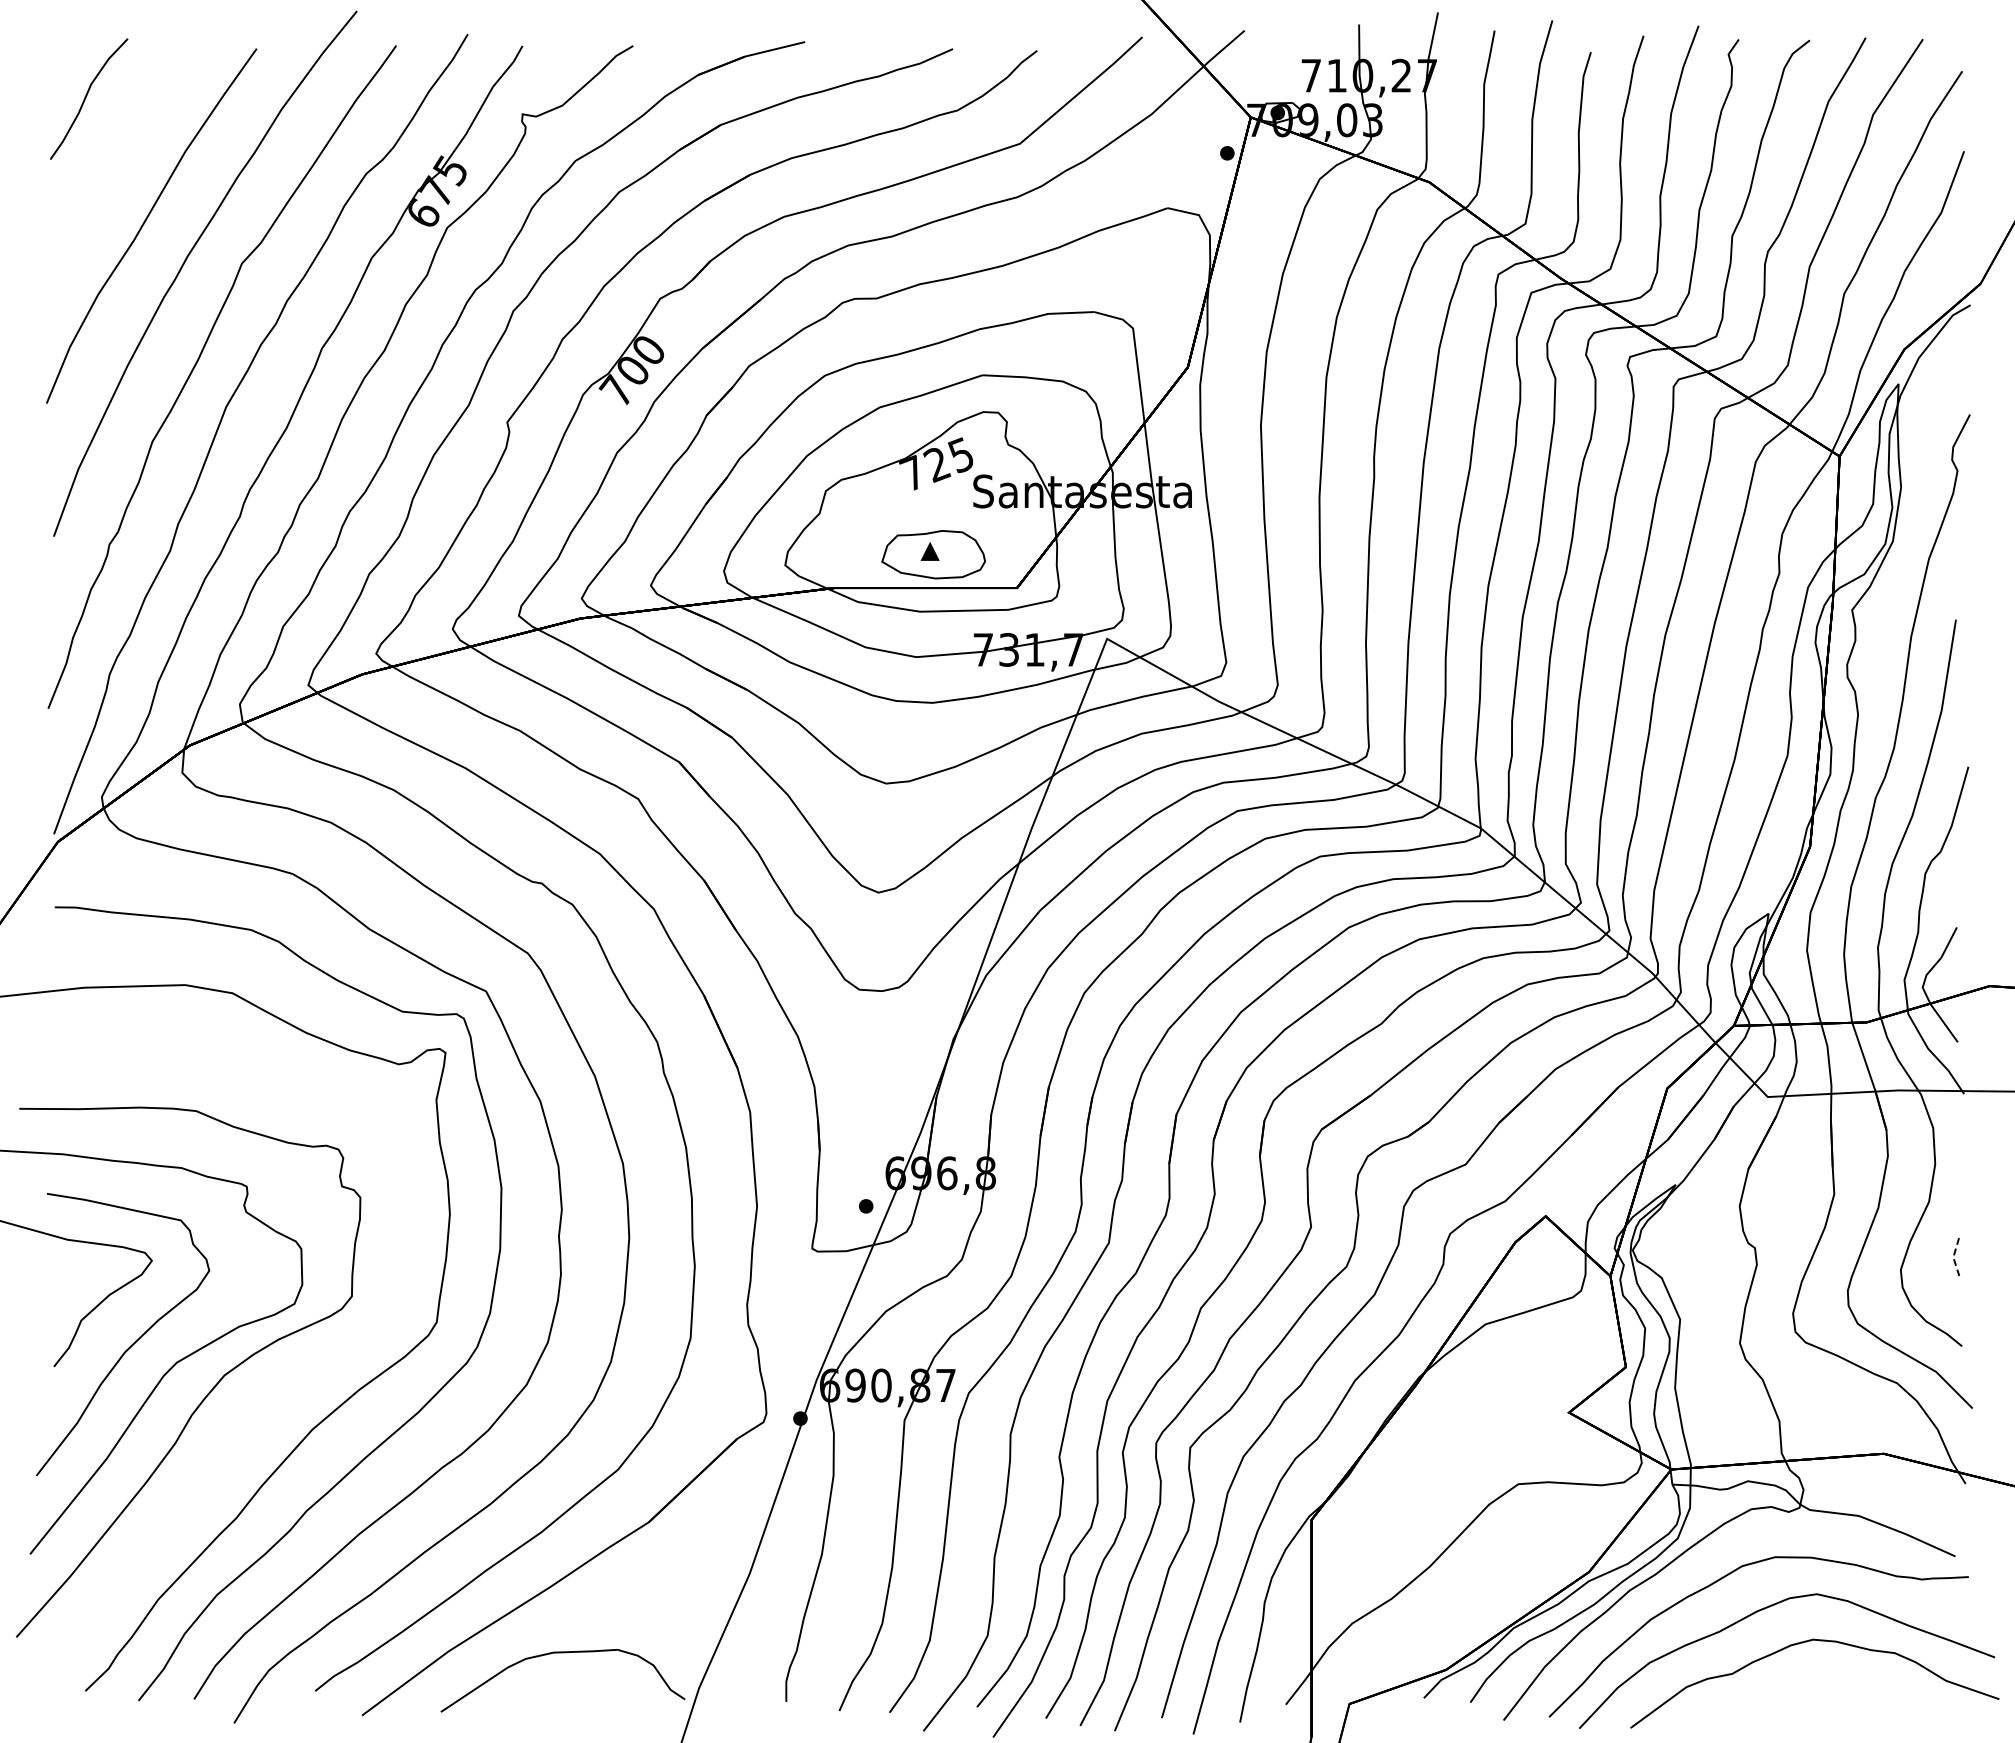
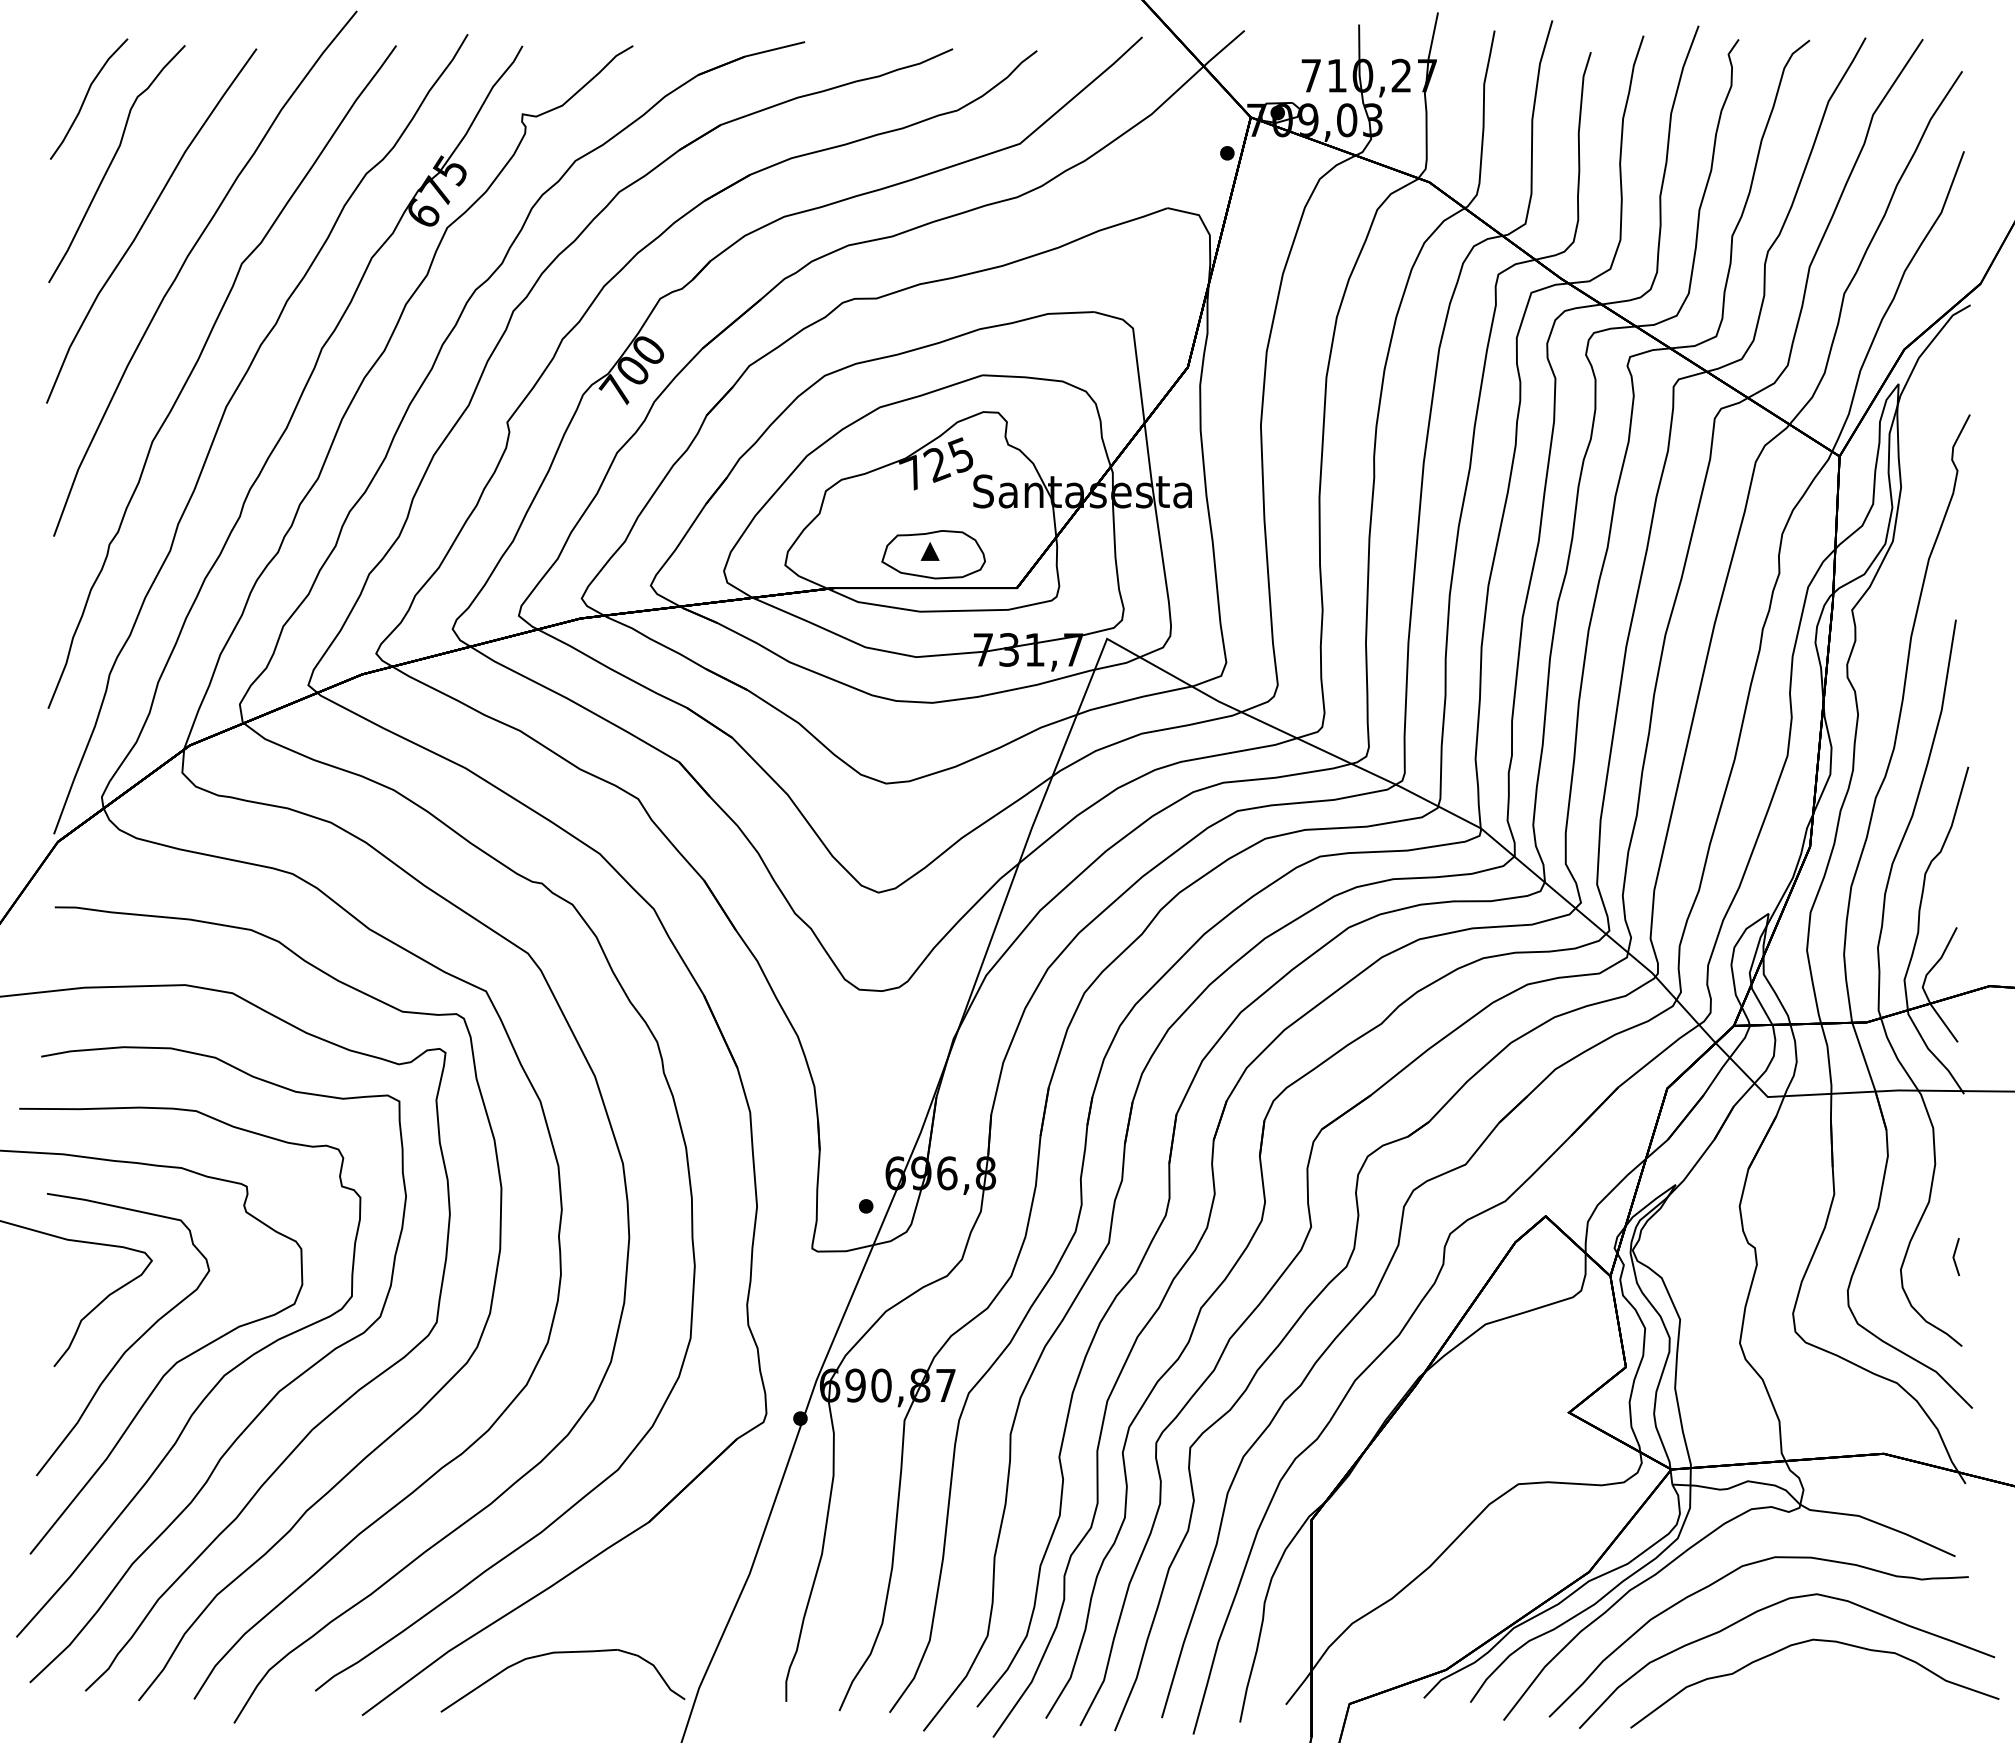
curve at (112, 162): none -> present
line at (1953, 1257): dashed -> solid
curve at (262, 1408): none -> present
